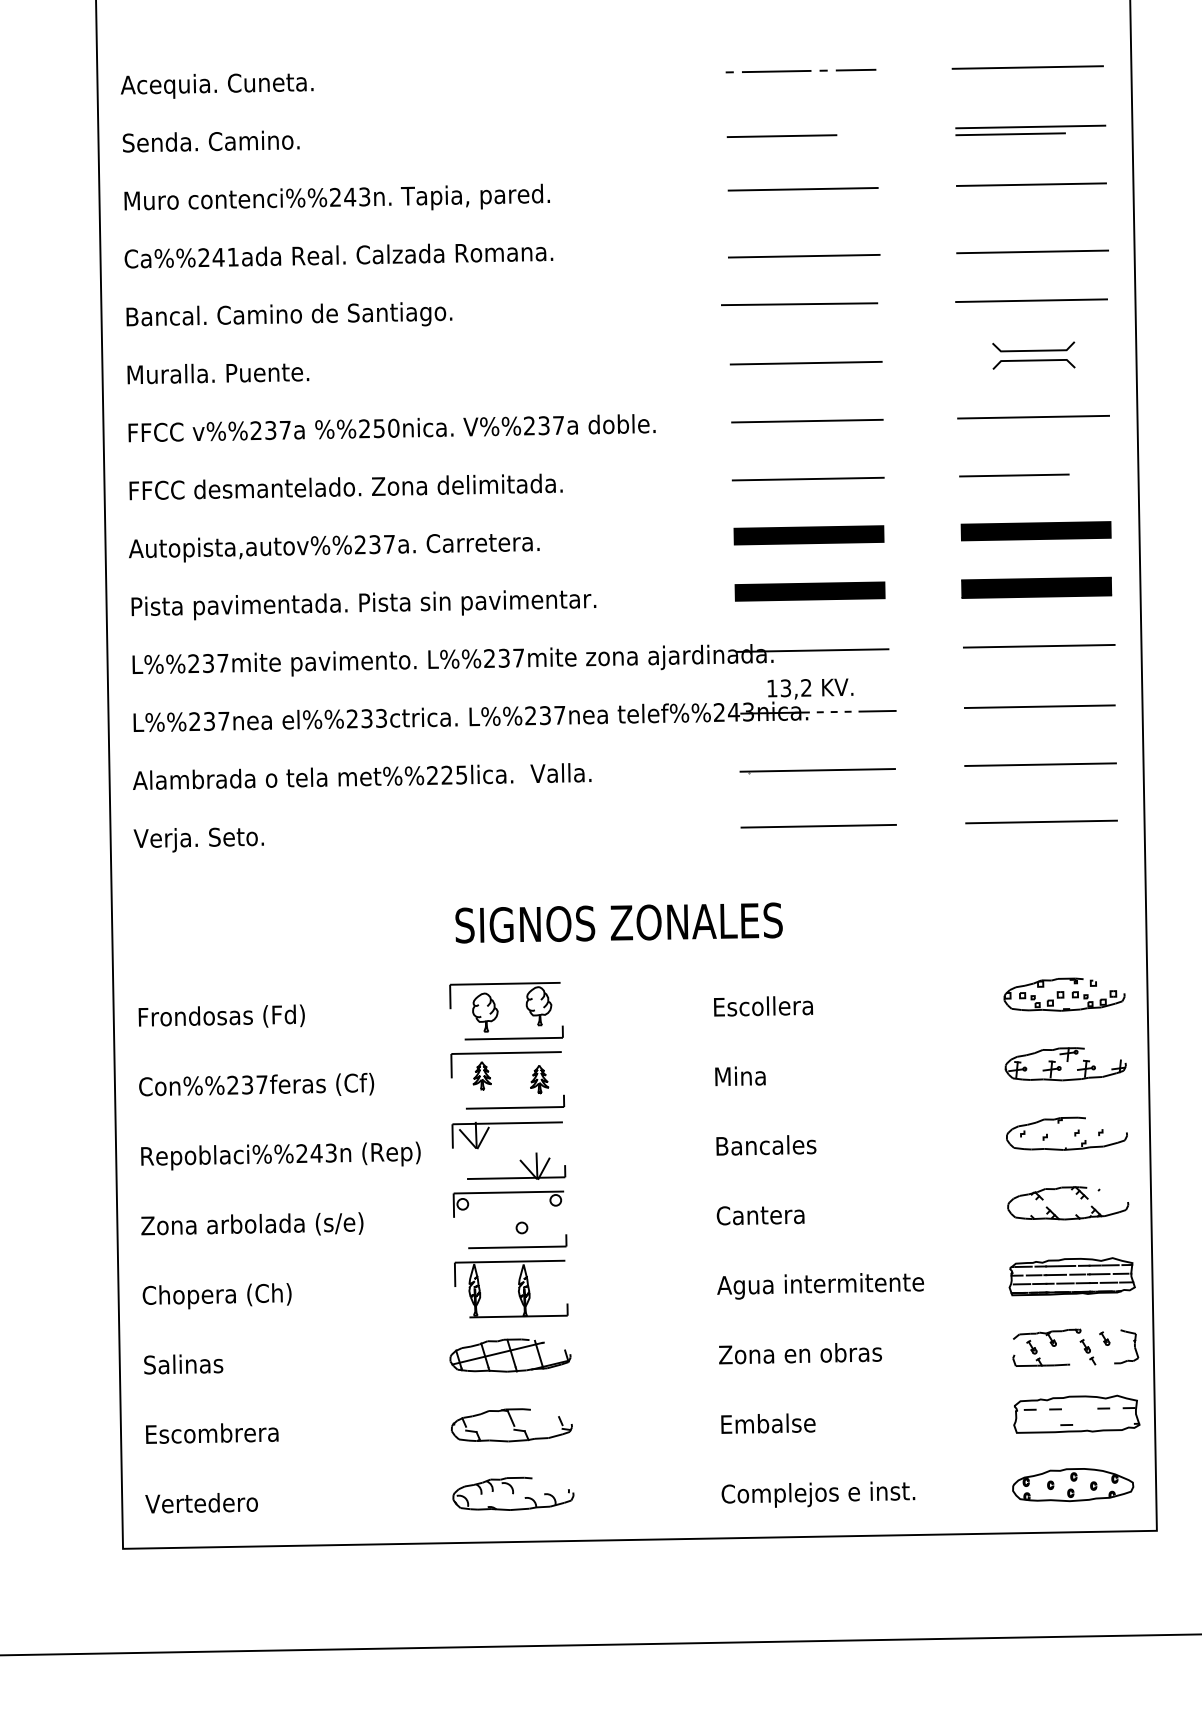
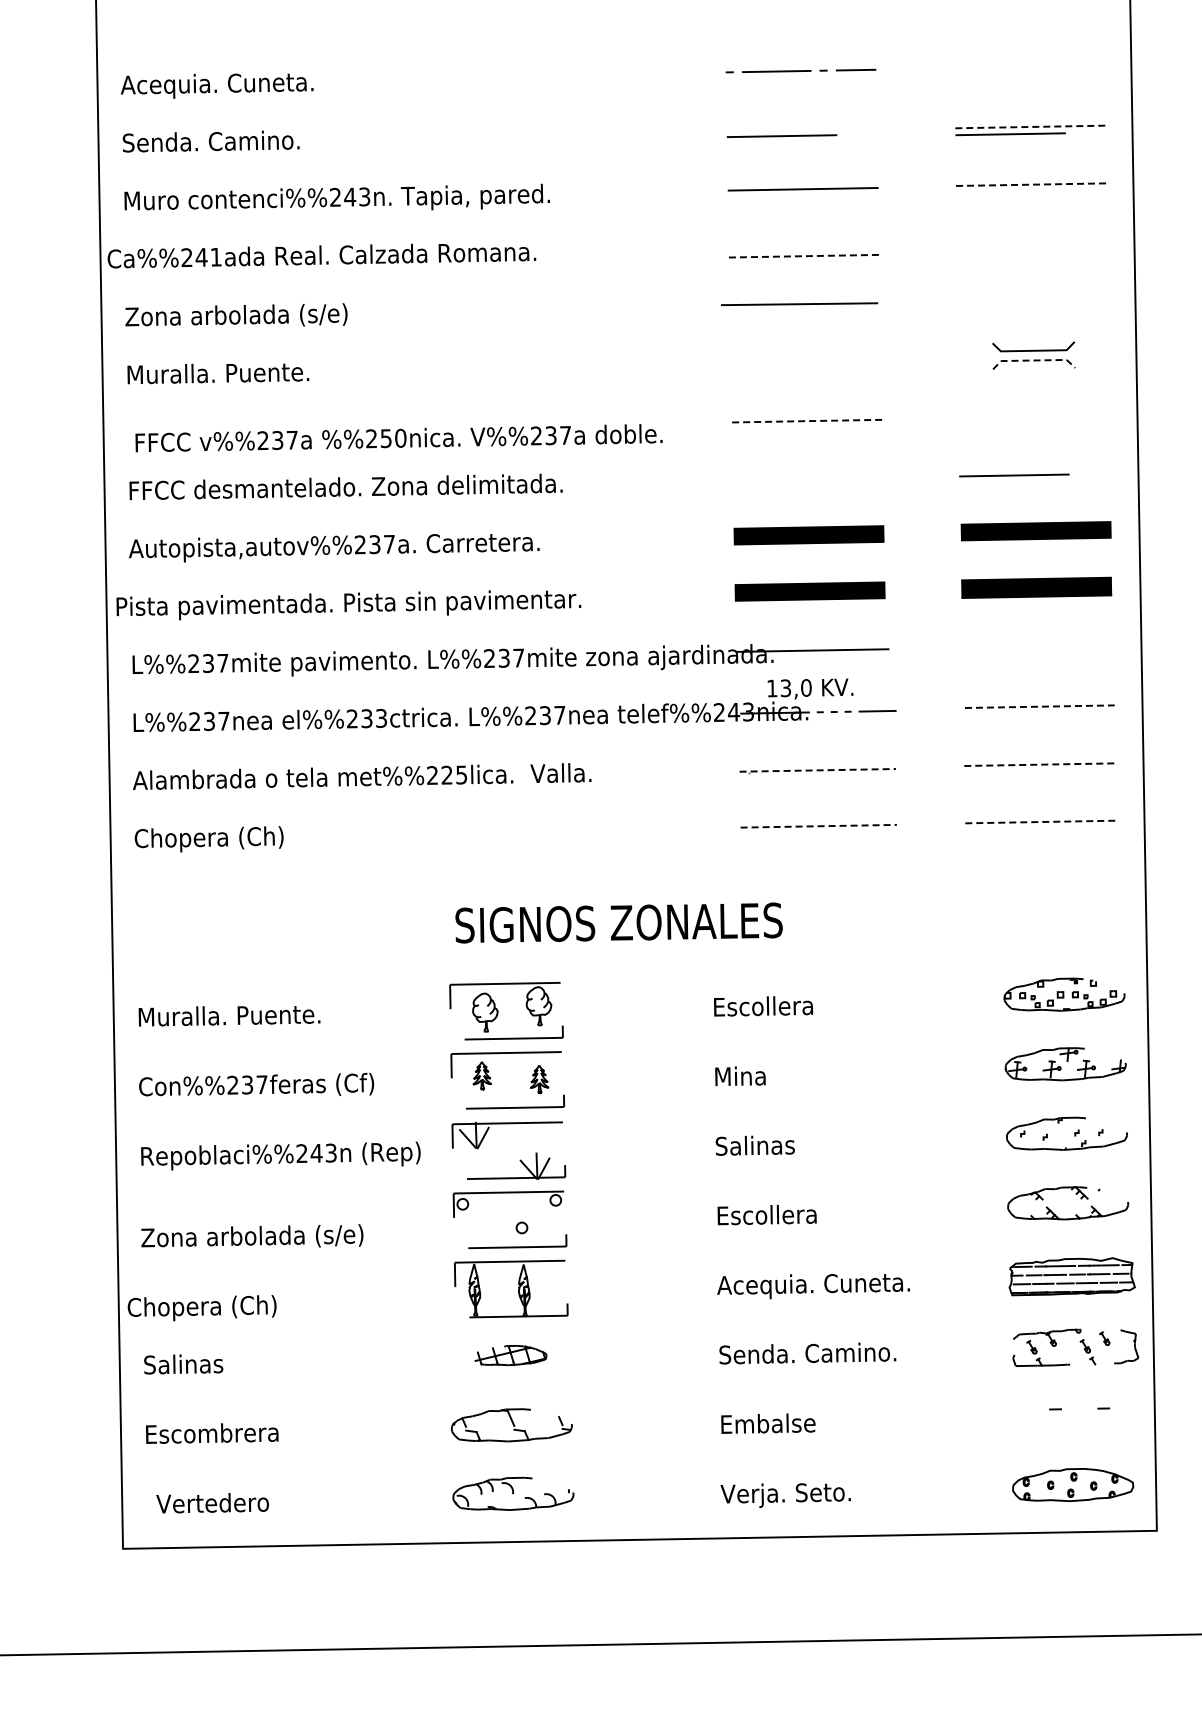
line at (1027, 67): present -> none
line at (1031, 126): solid -> dashed
line at (1031, 184): solid -> dashed
line at (1032, 251): present -> none
text at (338, 255) position: (338, 255) -> (321, 255)
line at (804, 256): solid -> dashed
line at (1031, 300): present -> none
text at (288, 314): Bancal. Camino de Santiago. -> Zona arbolada (s/e)
line at (1033, 360): solid -> dashed
line at (805, 362): present -> none
line at (1033, 416): present -> none
line at (807, 421): solid -> dashed
text at (391, 428) position: (391, 428) -> (398, 438)
line at (807, 478): present -> none
text at (363, 605) position: (363, 605) -> (348, 605)
line at (1038, 645): present -> none
text at (806, 687): 13,2 -> 13,0
line at (1039, 706): solid -> dashed
line at (1041, 764): solid -> dashed
line at (818, 770): solid -> dashed
line at (1042, 822): solid -> dashed
line at (819, 826): solid -> dashed
text at (208, 839): Verja. Seto. -> Chopera (Ch)
text at (230, 1015): Frondosas (Fd) -> Muralla. Puente.
text at (765, 1145): Bancales -> Salinas
text at (766, 1214): Cantera -> Escollera
text at (252, 1223) position: (252, 1223) -> (252, 1235)
text at (829, 1286): Agua intermitente -> Acequia. Cuneta.
text at (216, 1296) position: (216, 1296) -> (201, 1308)
text at (807, 1353): Zona en obras -> Senda. Camino.
part at (510, 1355) size: 123x35 px -> 74x22 px
part at (1076, 1413): present -> none
text at (817, 1494): Complejos e inst. -> Verja. Seto.
text at (201, 1503) position: (201, 1503) -> (212, 1503)
